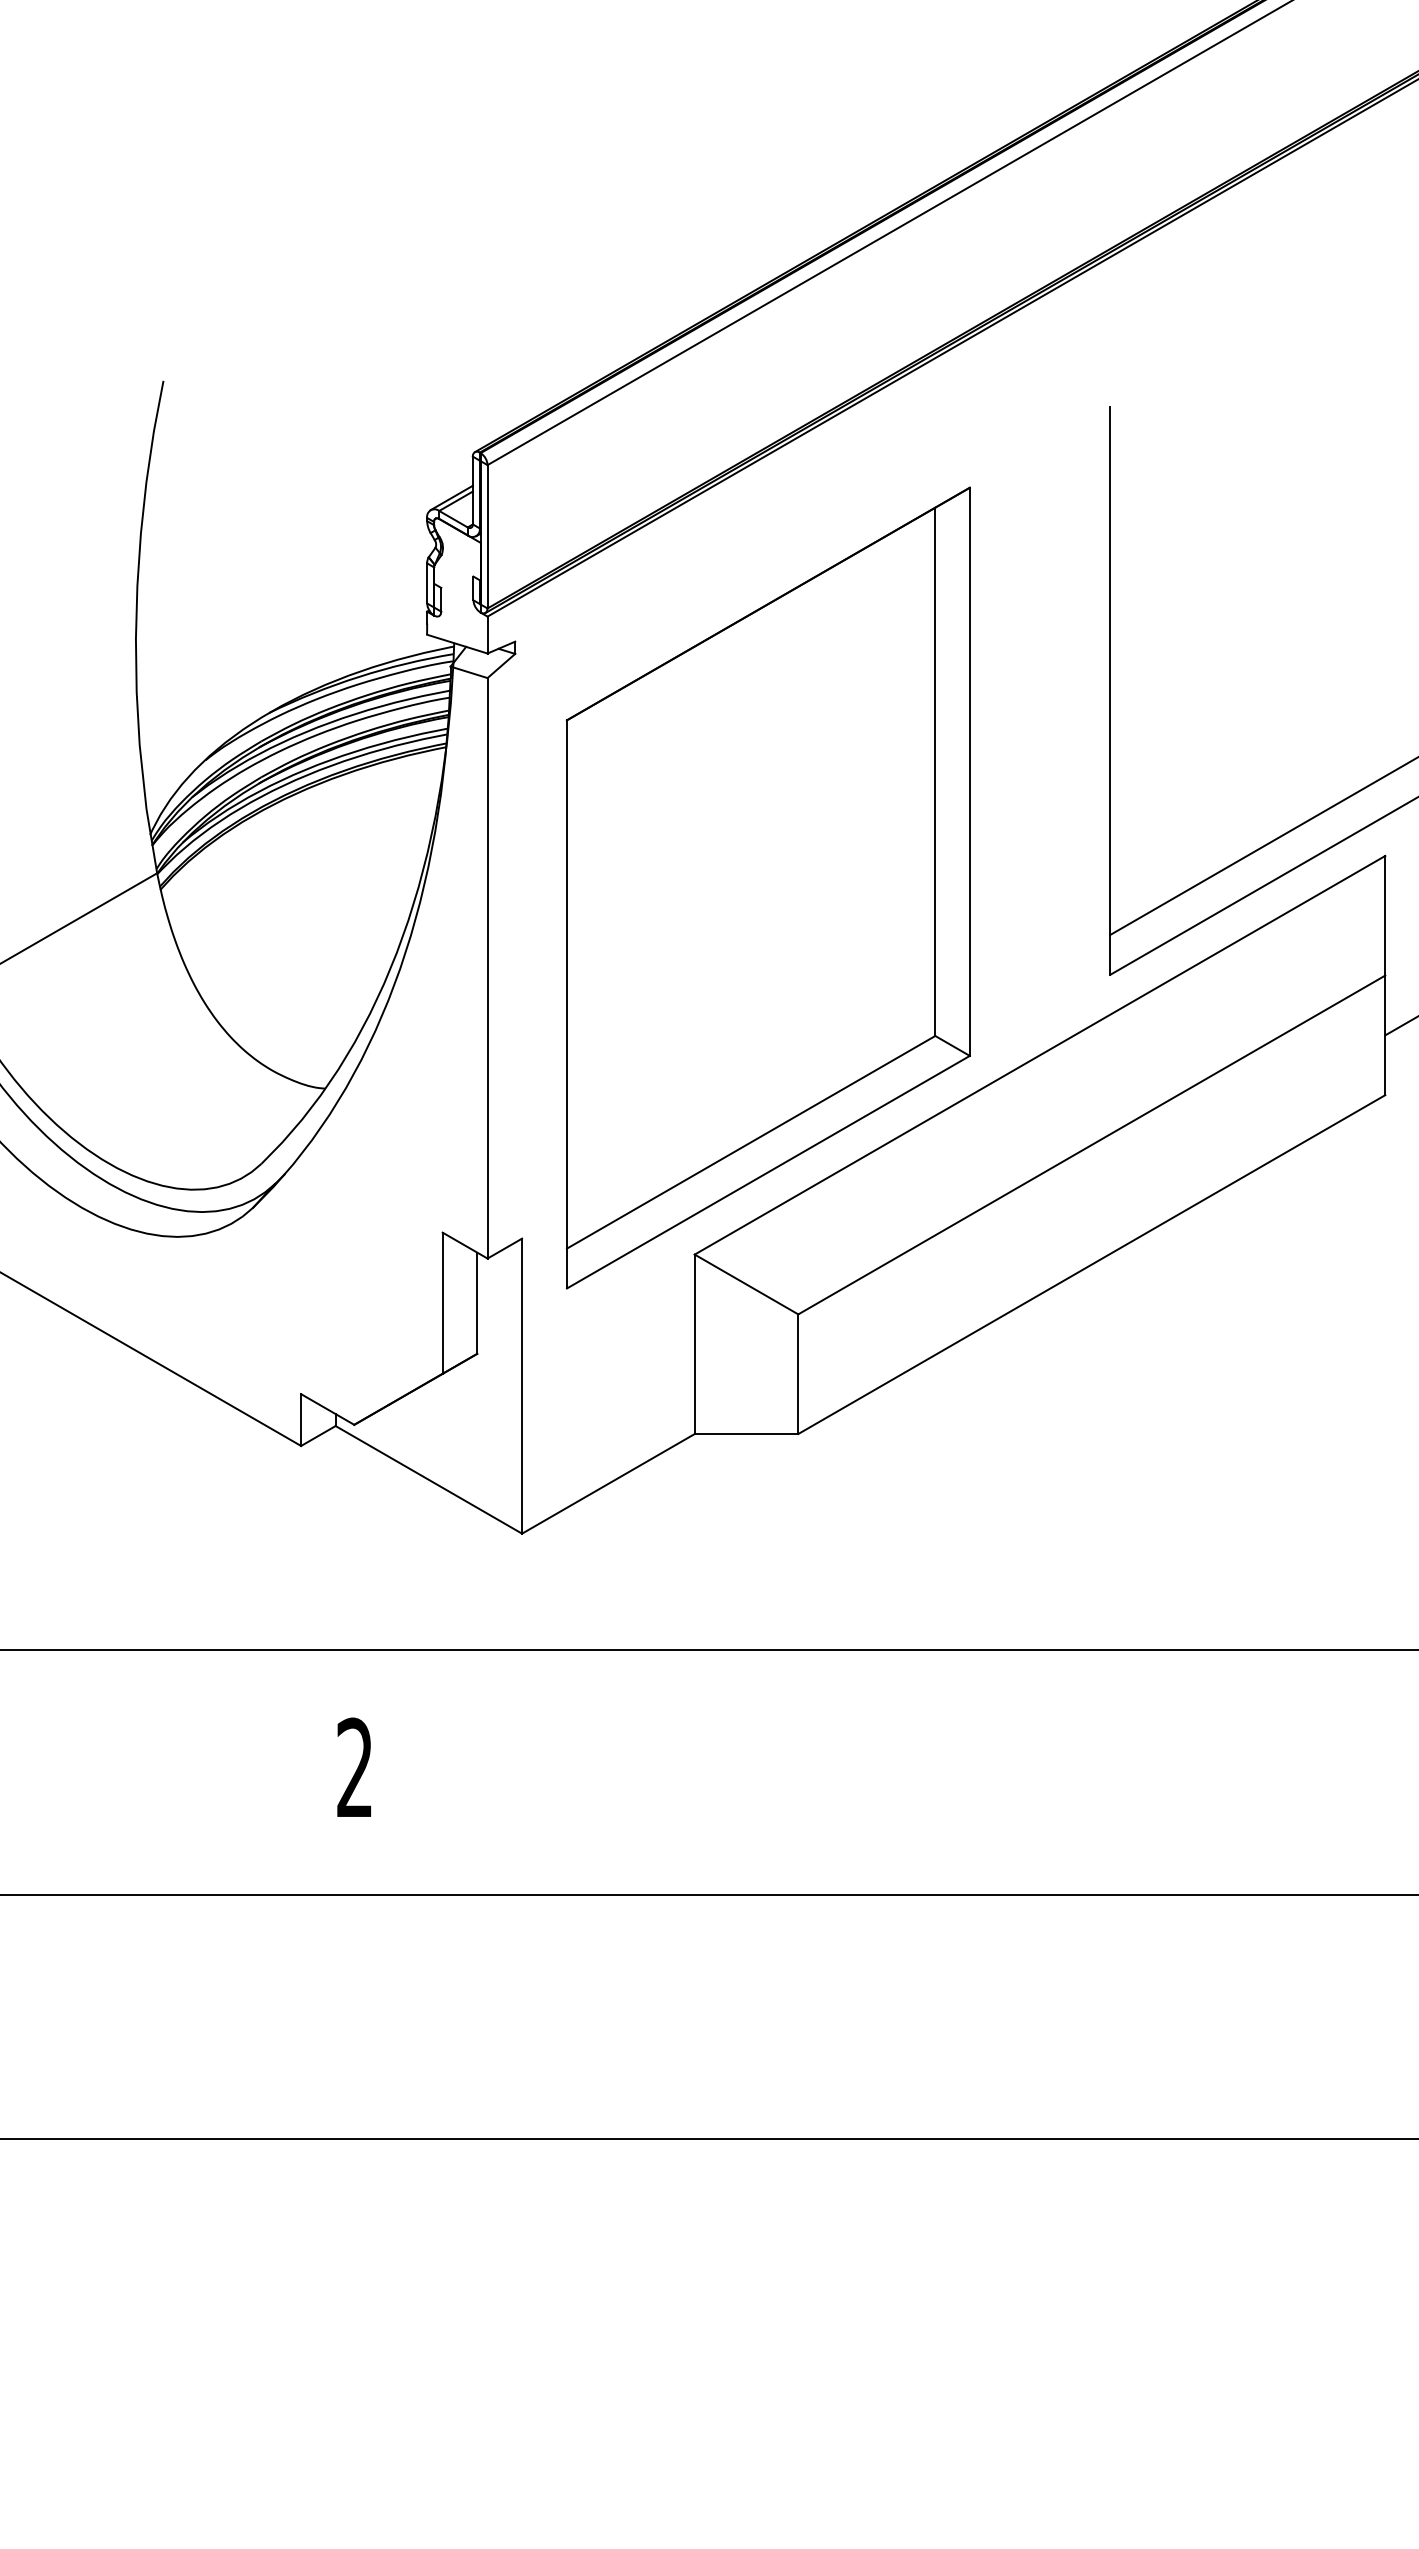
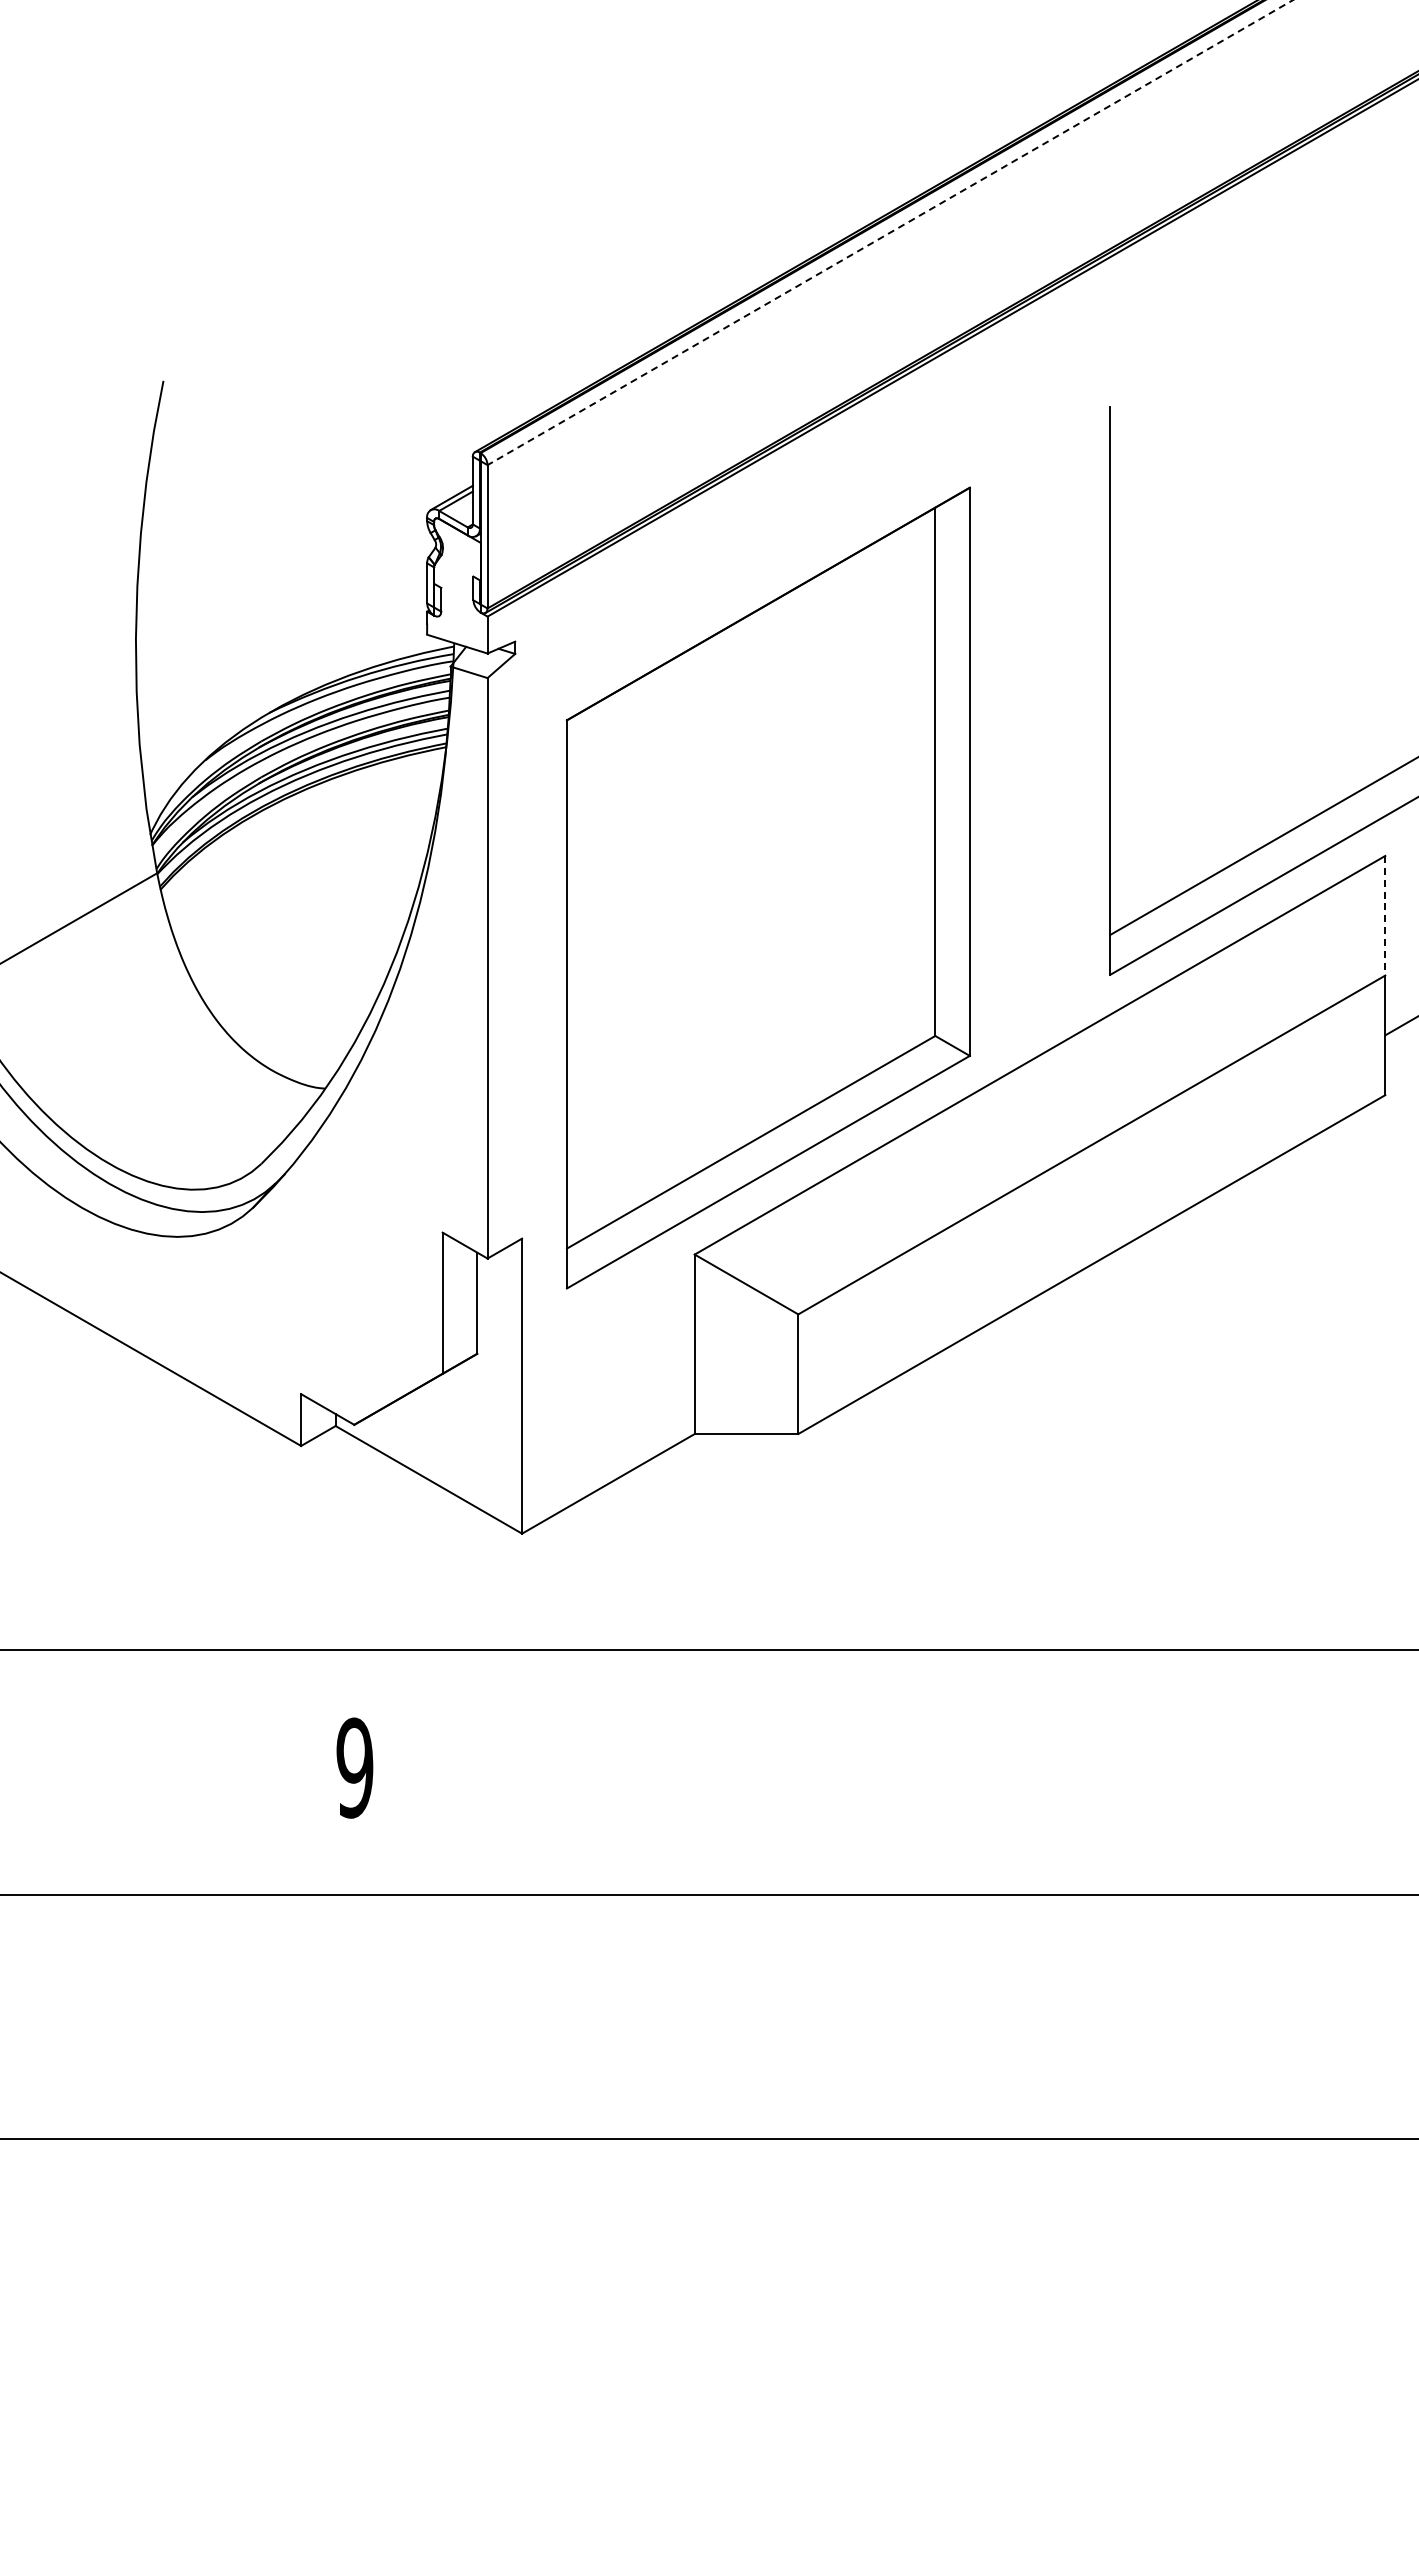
line at (890, 232): solid -> dashed
line at (1385, 915): solid -> dashed
text at (354, 1767): 2 -> 9
